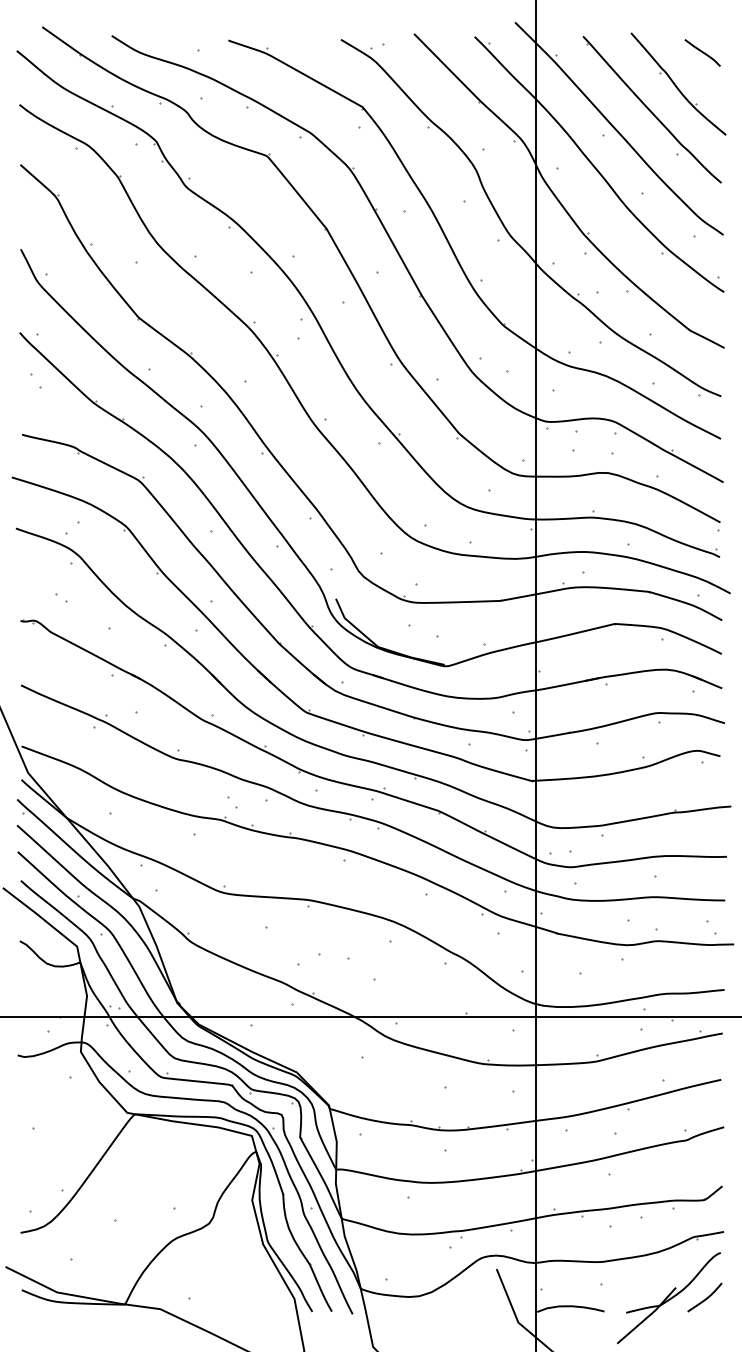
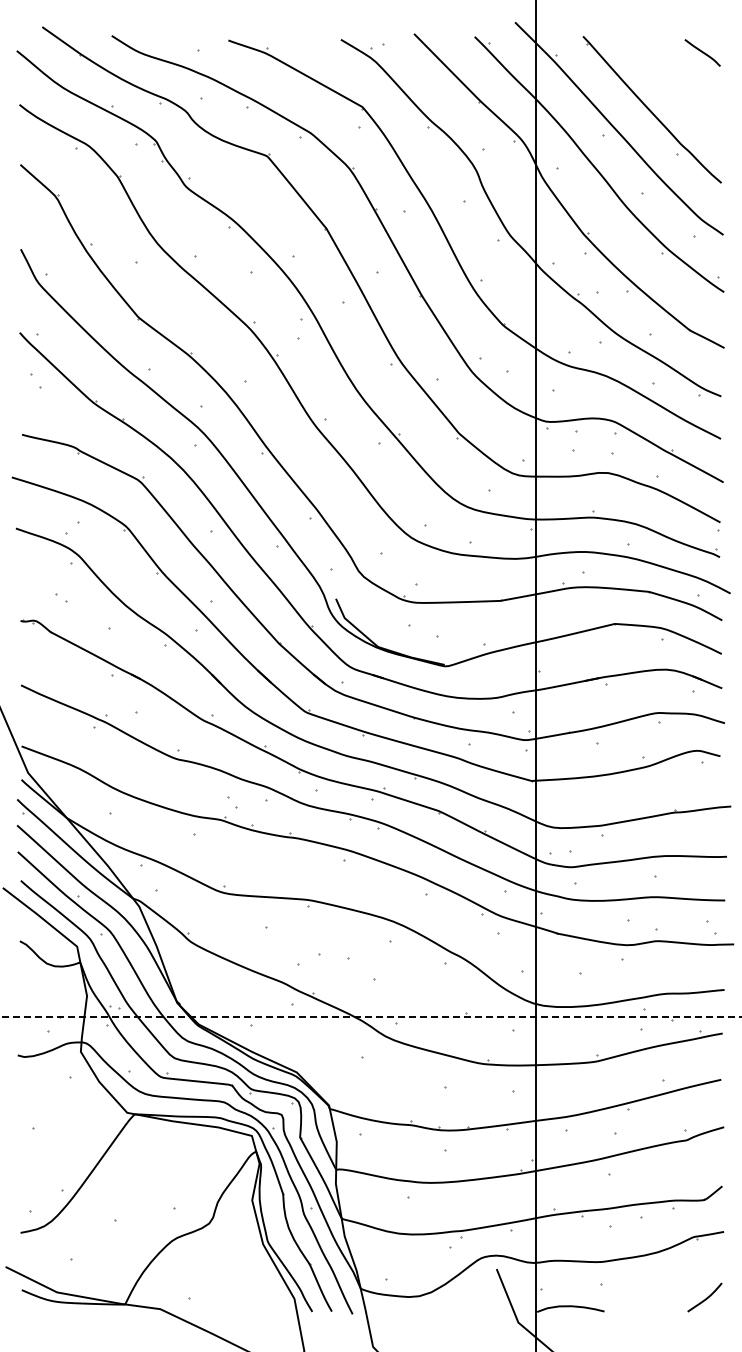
part at (678, 83): present -> none
line at (370, 1016): solid -> dashed
part at (668, 1297): present -> none
